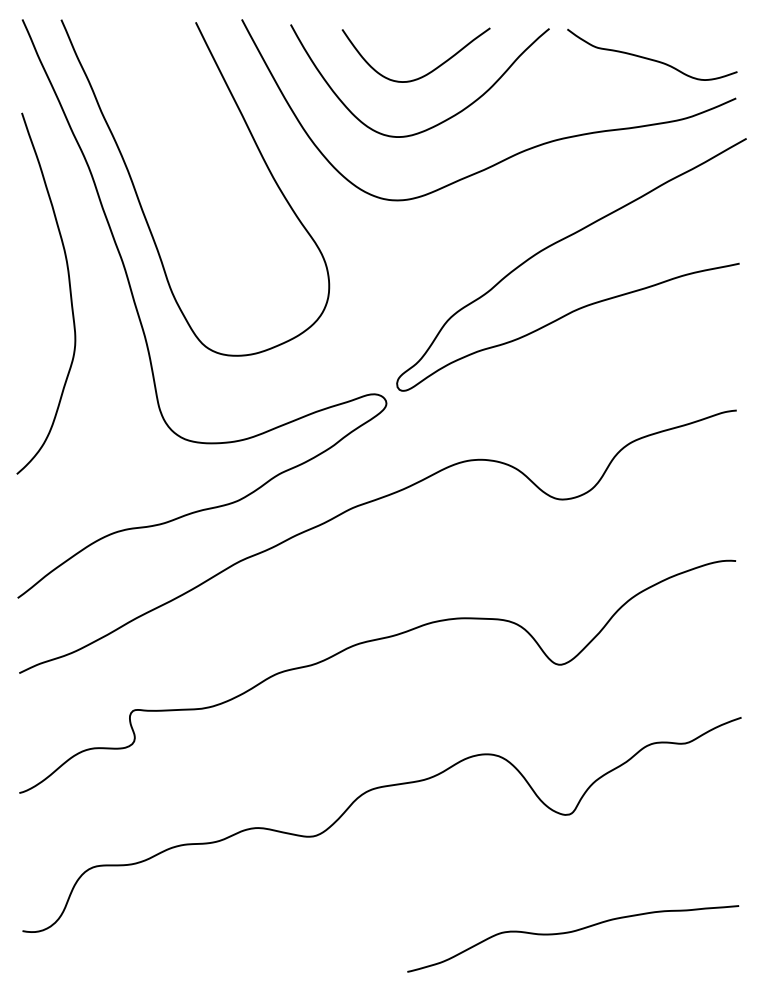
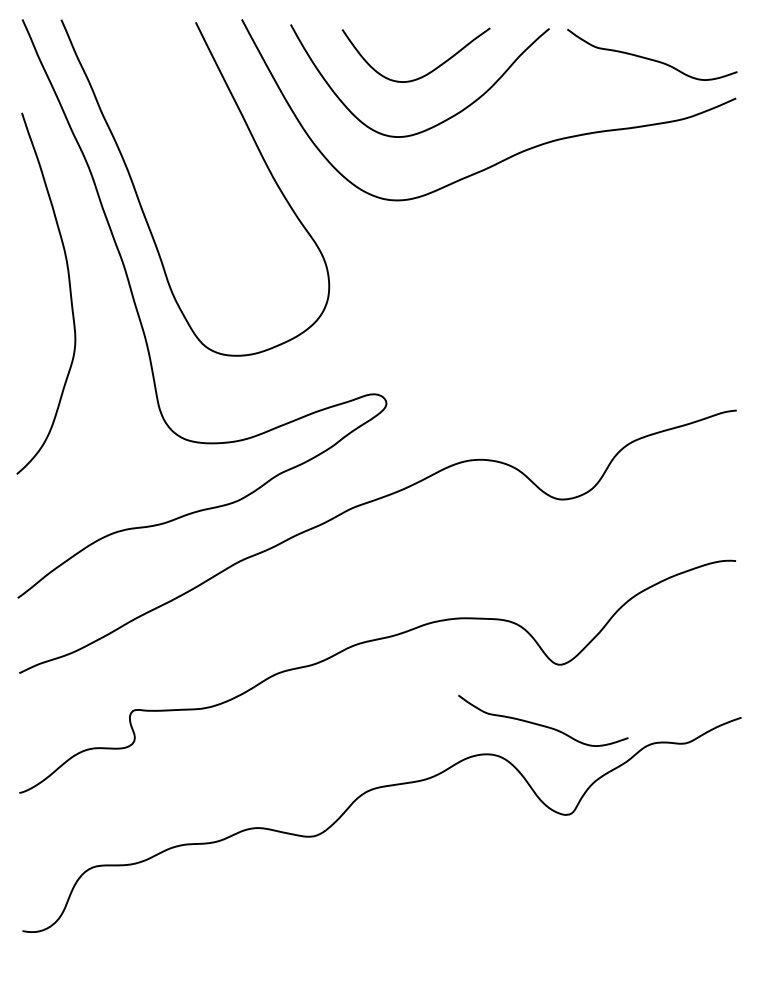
curve at (560, 241): present -> none
curve at (542, 724): none -> present
curve at (573, 932): present -> none
